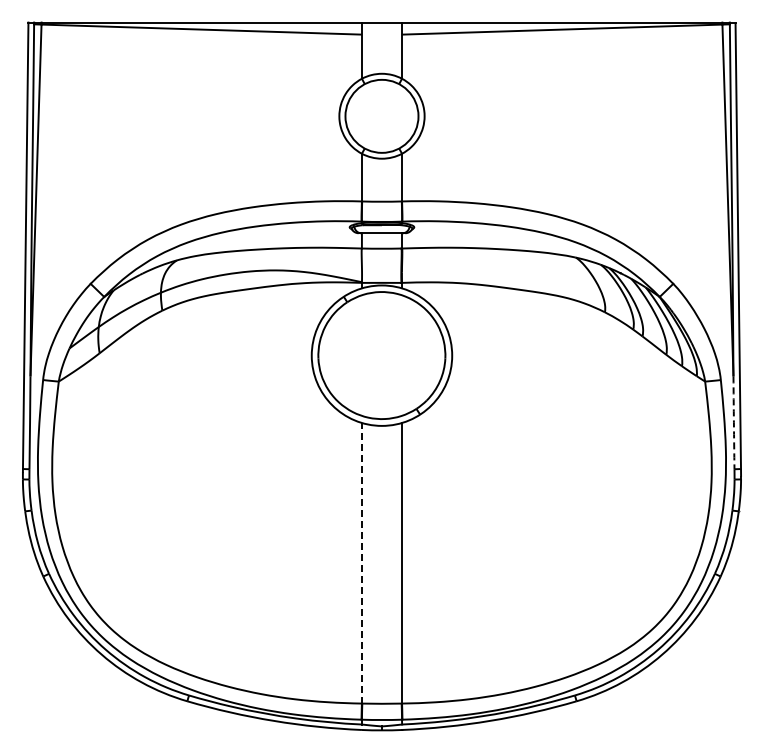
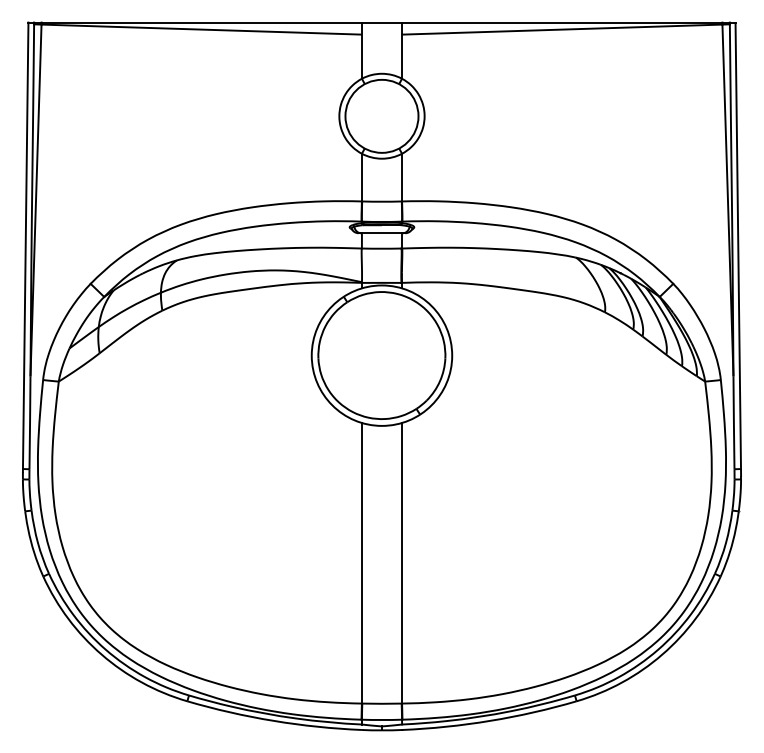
arc at (733, 422): dashed -> solid
line at (361, 562): dashed -> solid
